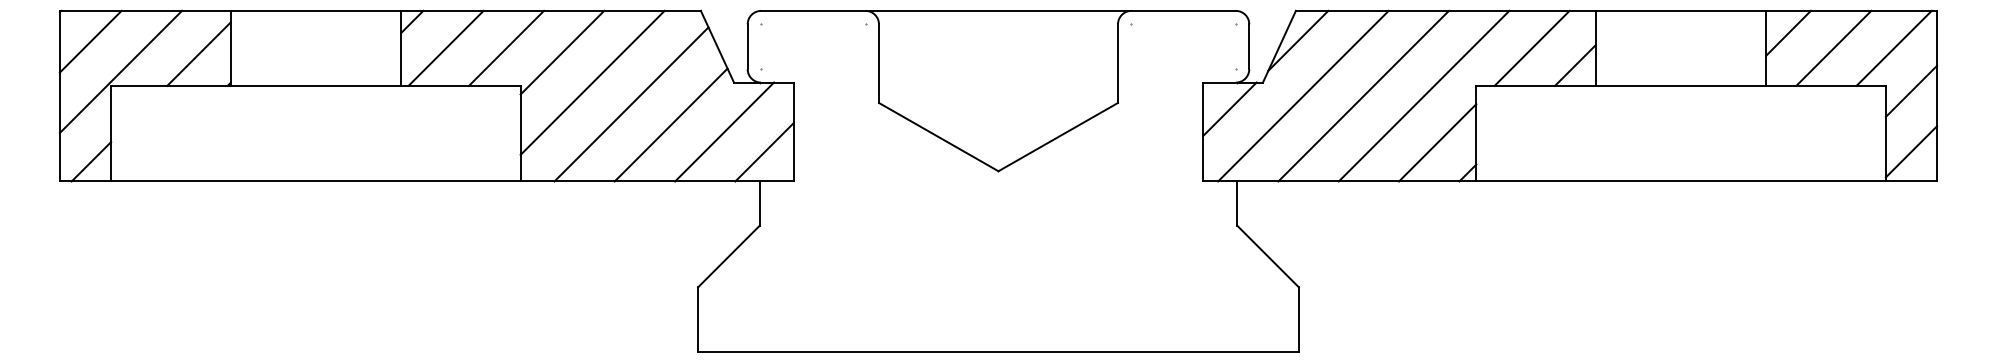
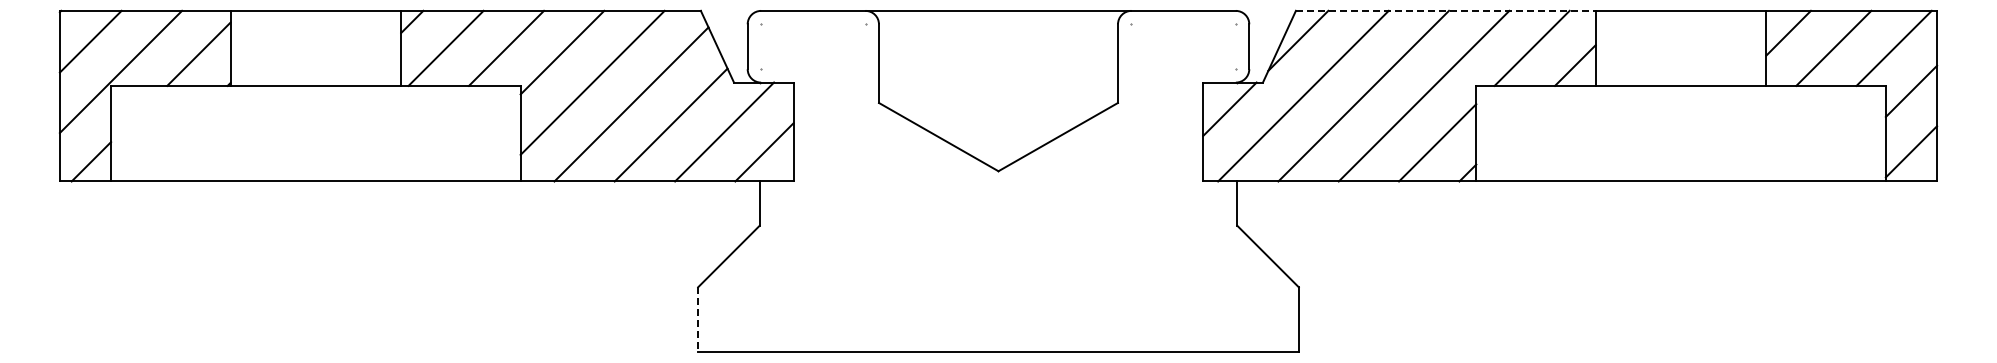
line at (1445, 10): solid -> dashed
line at (698, 320): solid -> dashed
